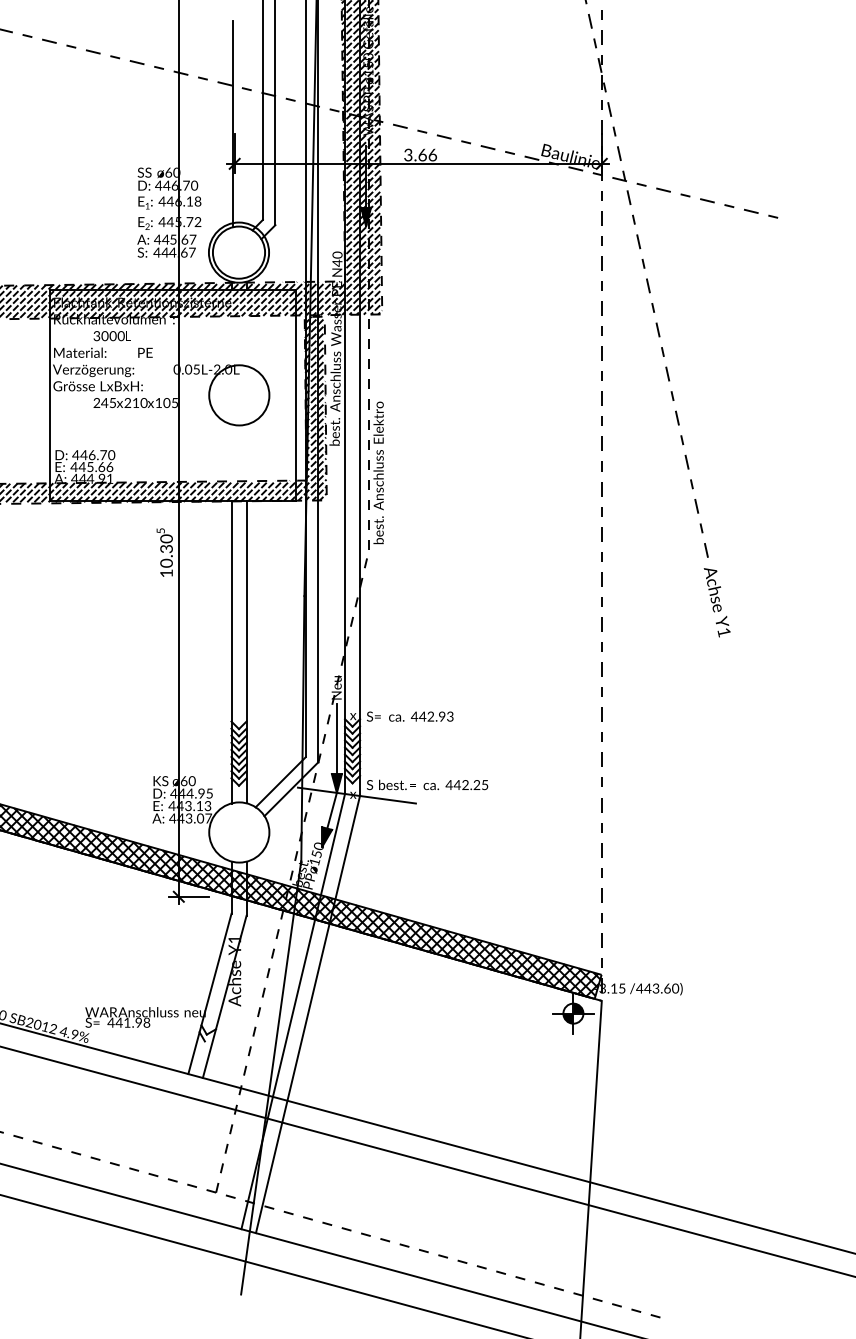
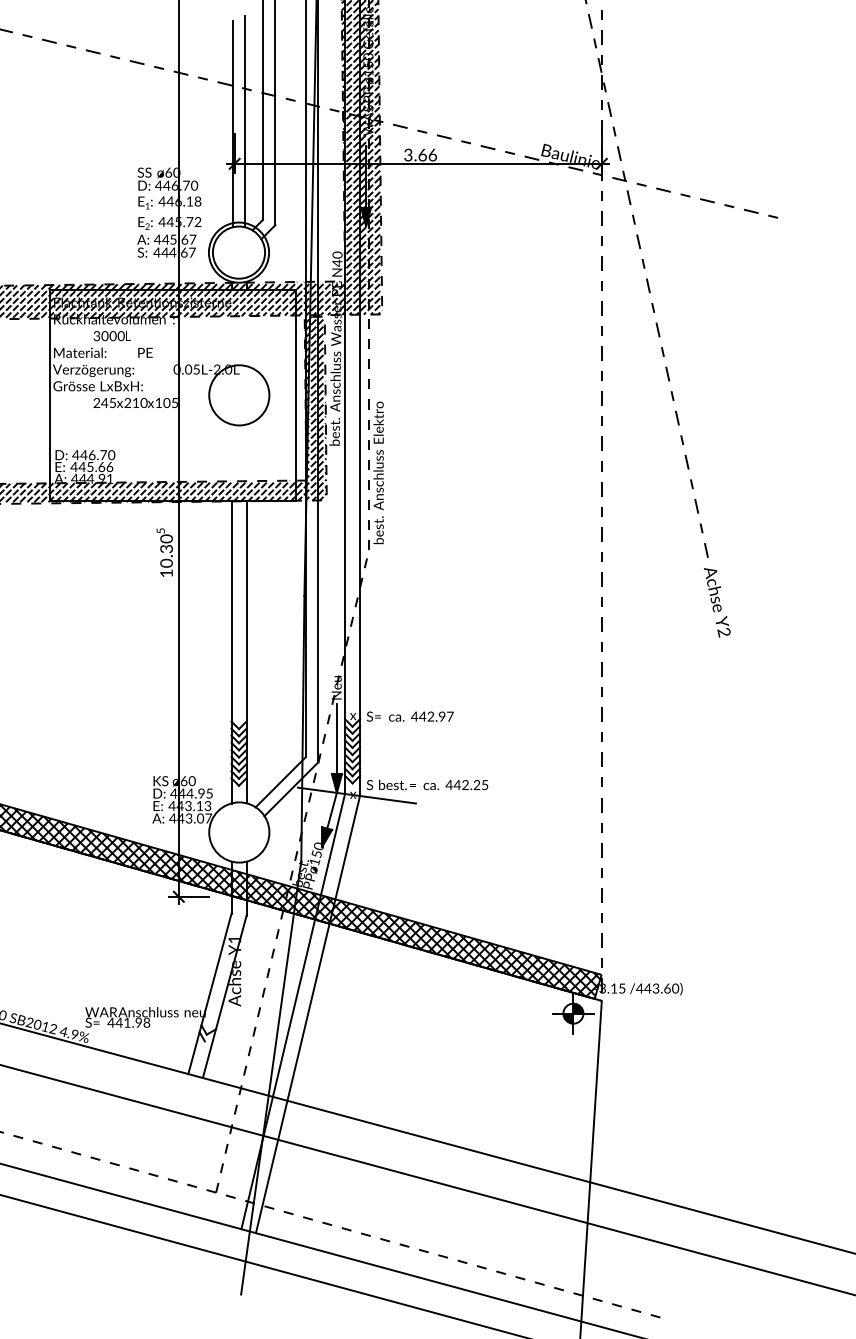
line at (245, 121): none -> present
text at (723, 632): Y1 -> Y2
text at (450, 716): 93 -> 97
line at (427, 1161) position: (427, 1161) -> (427, 1179)
